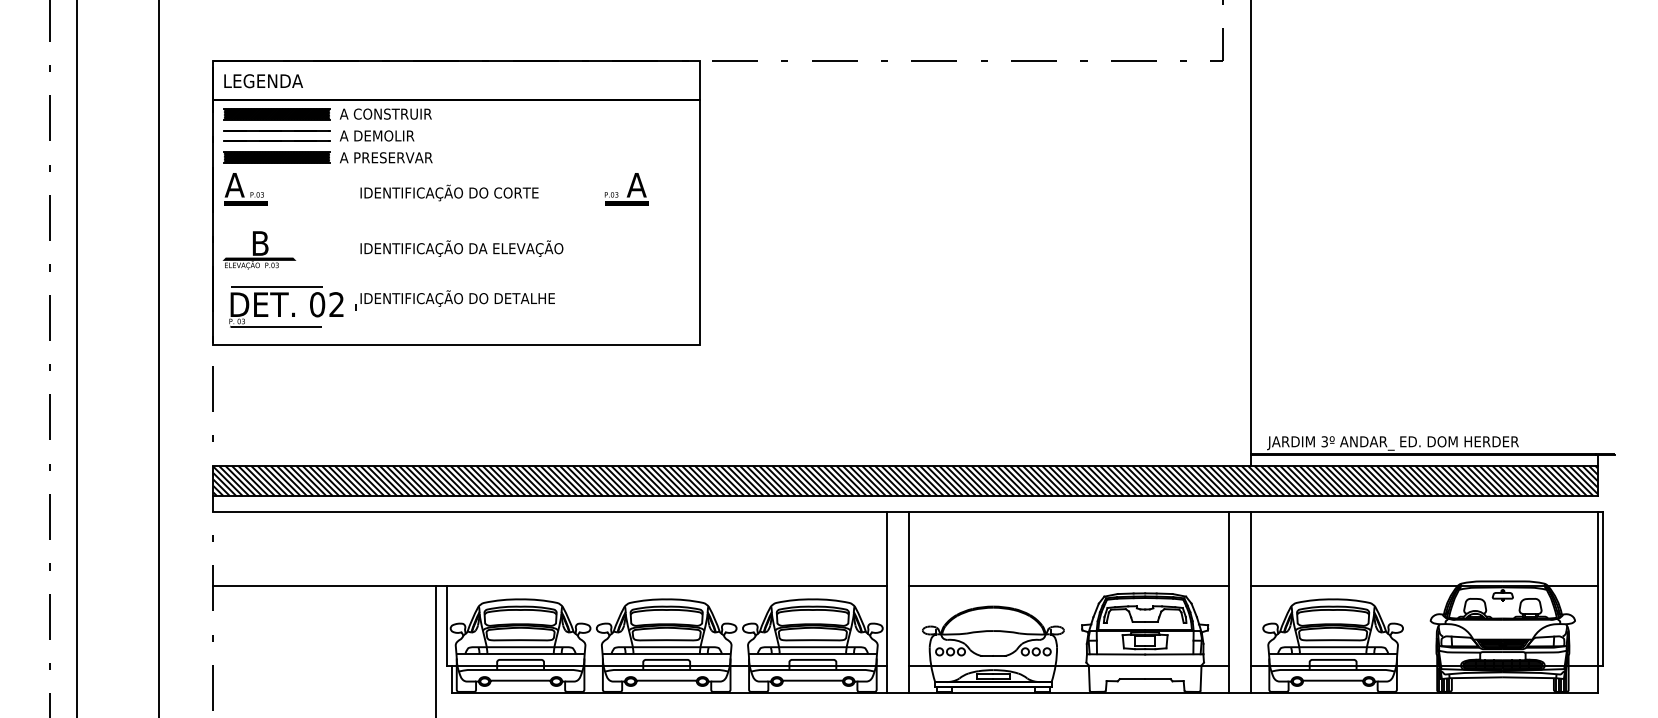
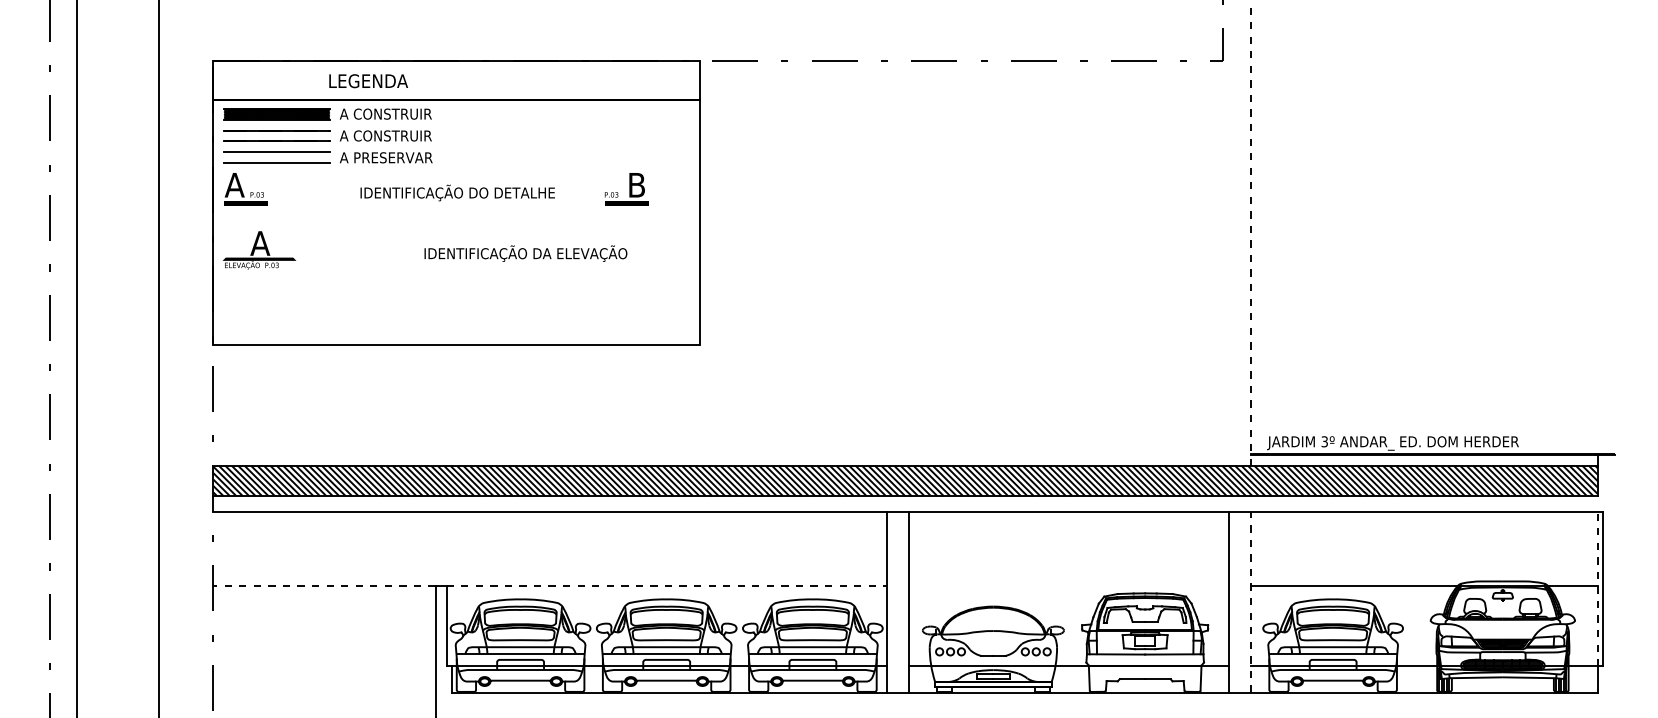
text at (263, 81) position: (263, 81) -> (368, 81)
text at (392, 135): A DEMOLIR -> A CONSTRUIR
hatch at (276, 157): present -> none
text at (636, 185): A -> B
text at (524, 192): IDENTIFICAÇÃO DO CORTE -> IDENTIFICAÇÃO DO DETALHE
line at (1250, 232): solid -> dashed
text at (260, 243): B -> A
text at (461, 248) position: (461, 248) -> (525, 253)
part at (391, 306): present -> none
line at (324, 586): solid -> dashed
line at (667, 586): solid -> dashed
line at (1068, 586): present -> none
line at (1597, 588): solid -> dashed
line at (1250, 601): solid -> dashed
